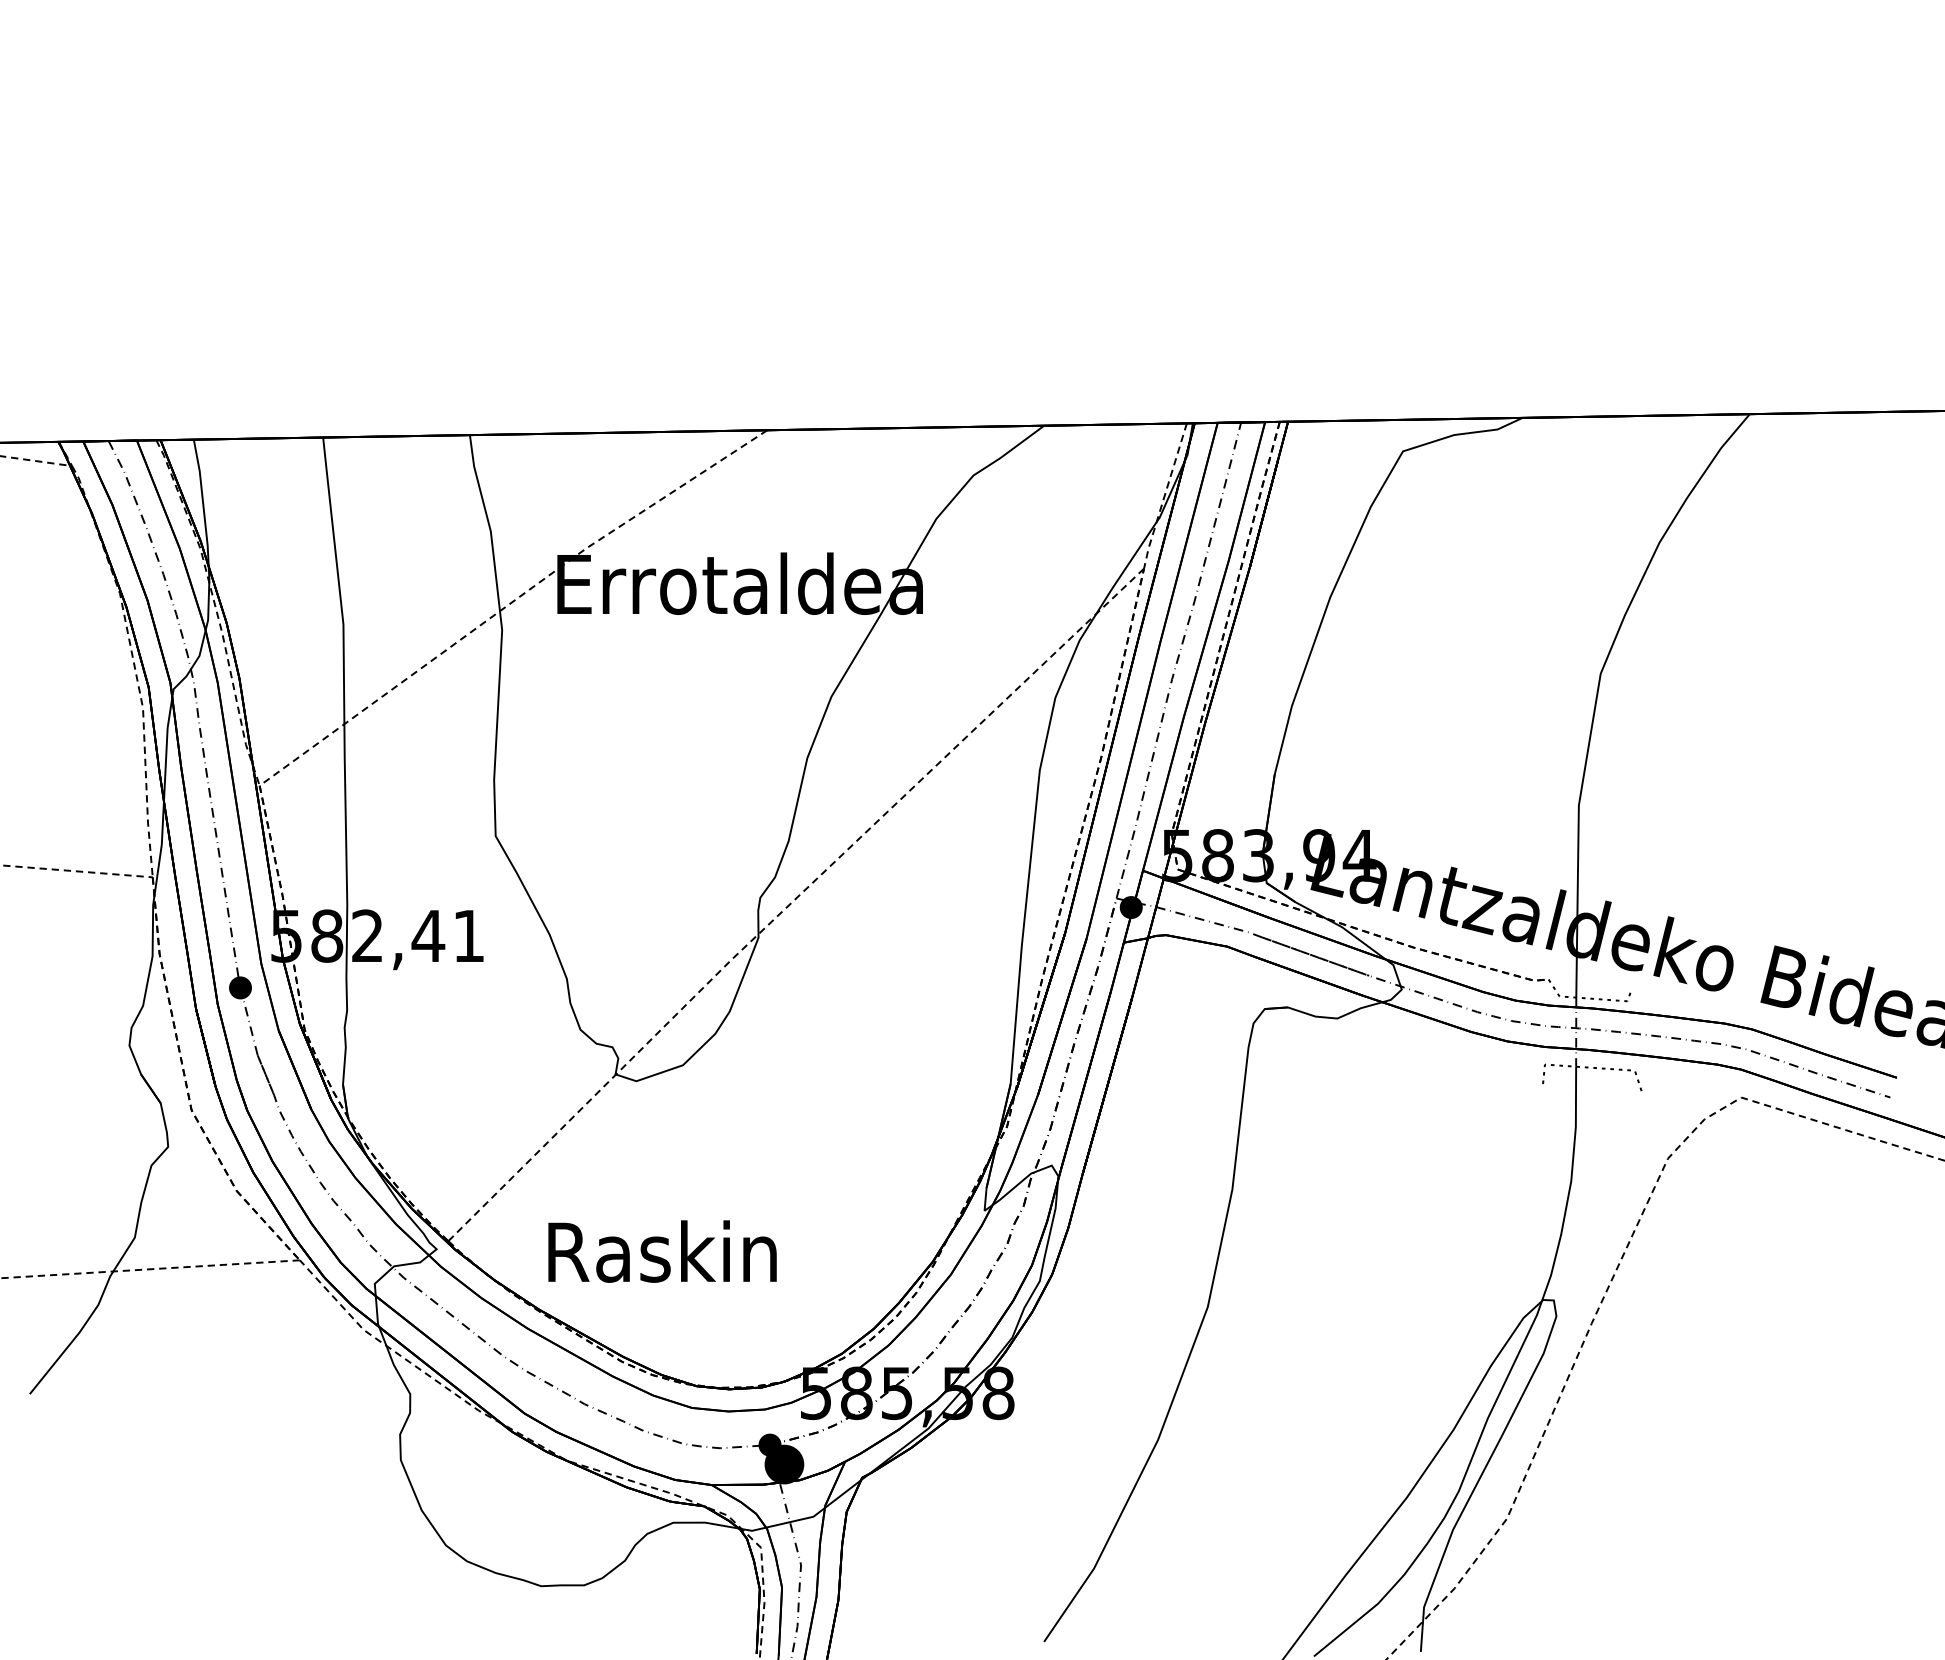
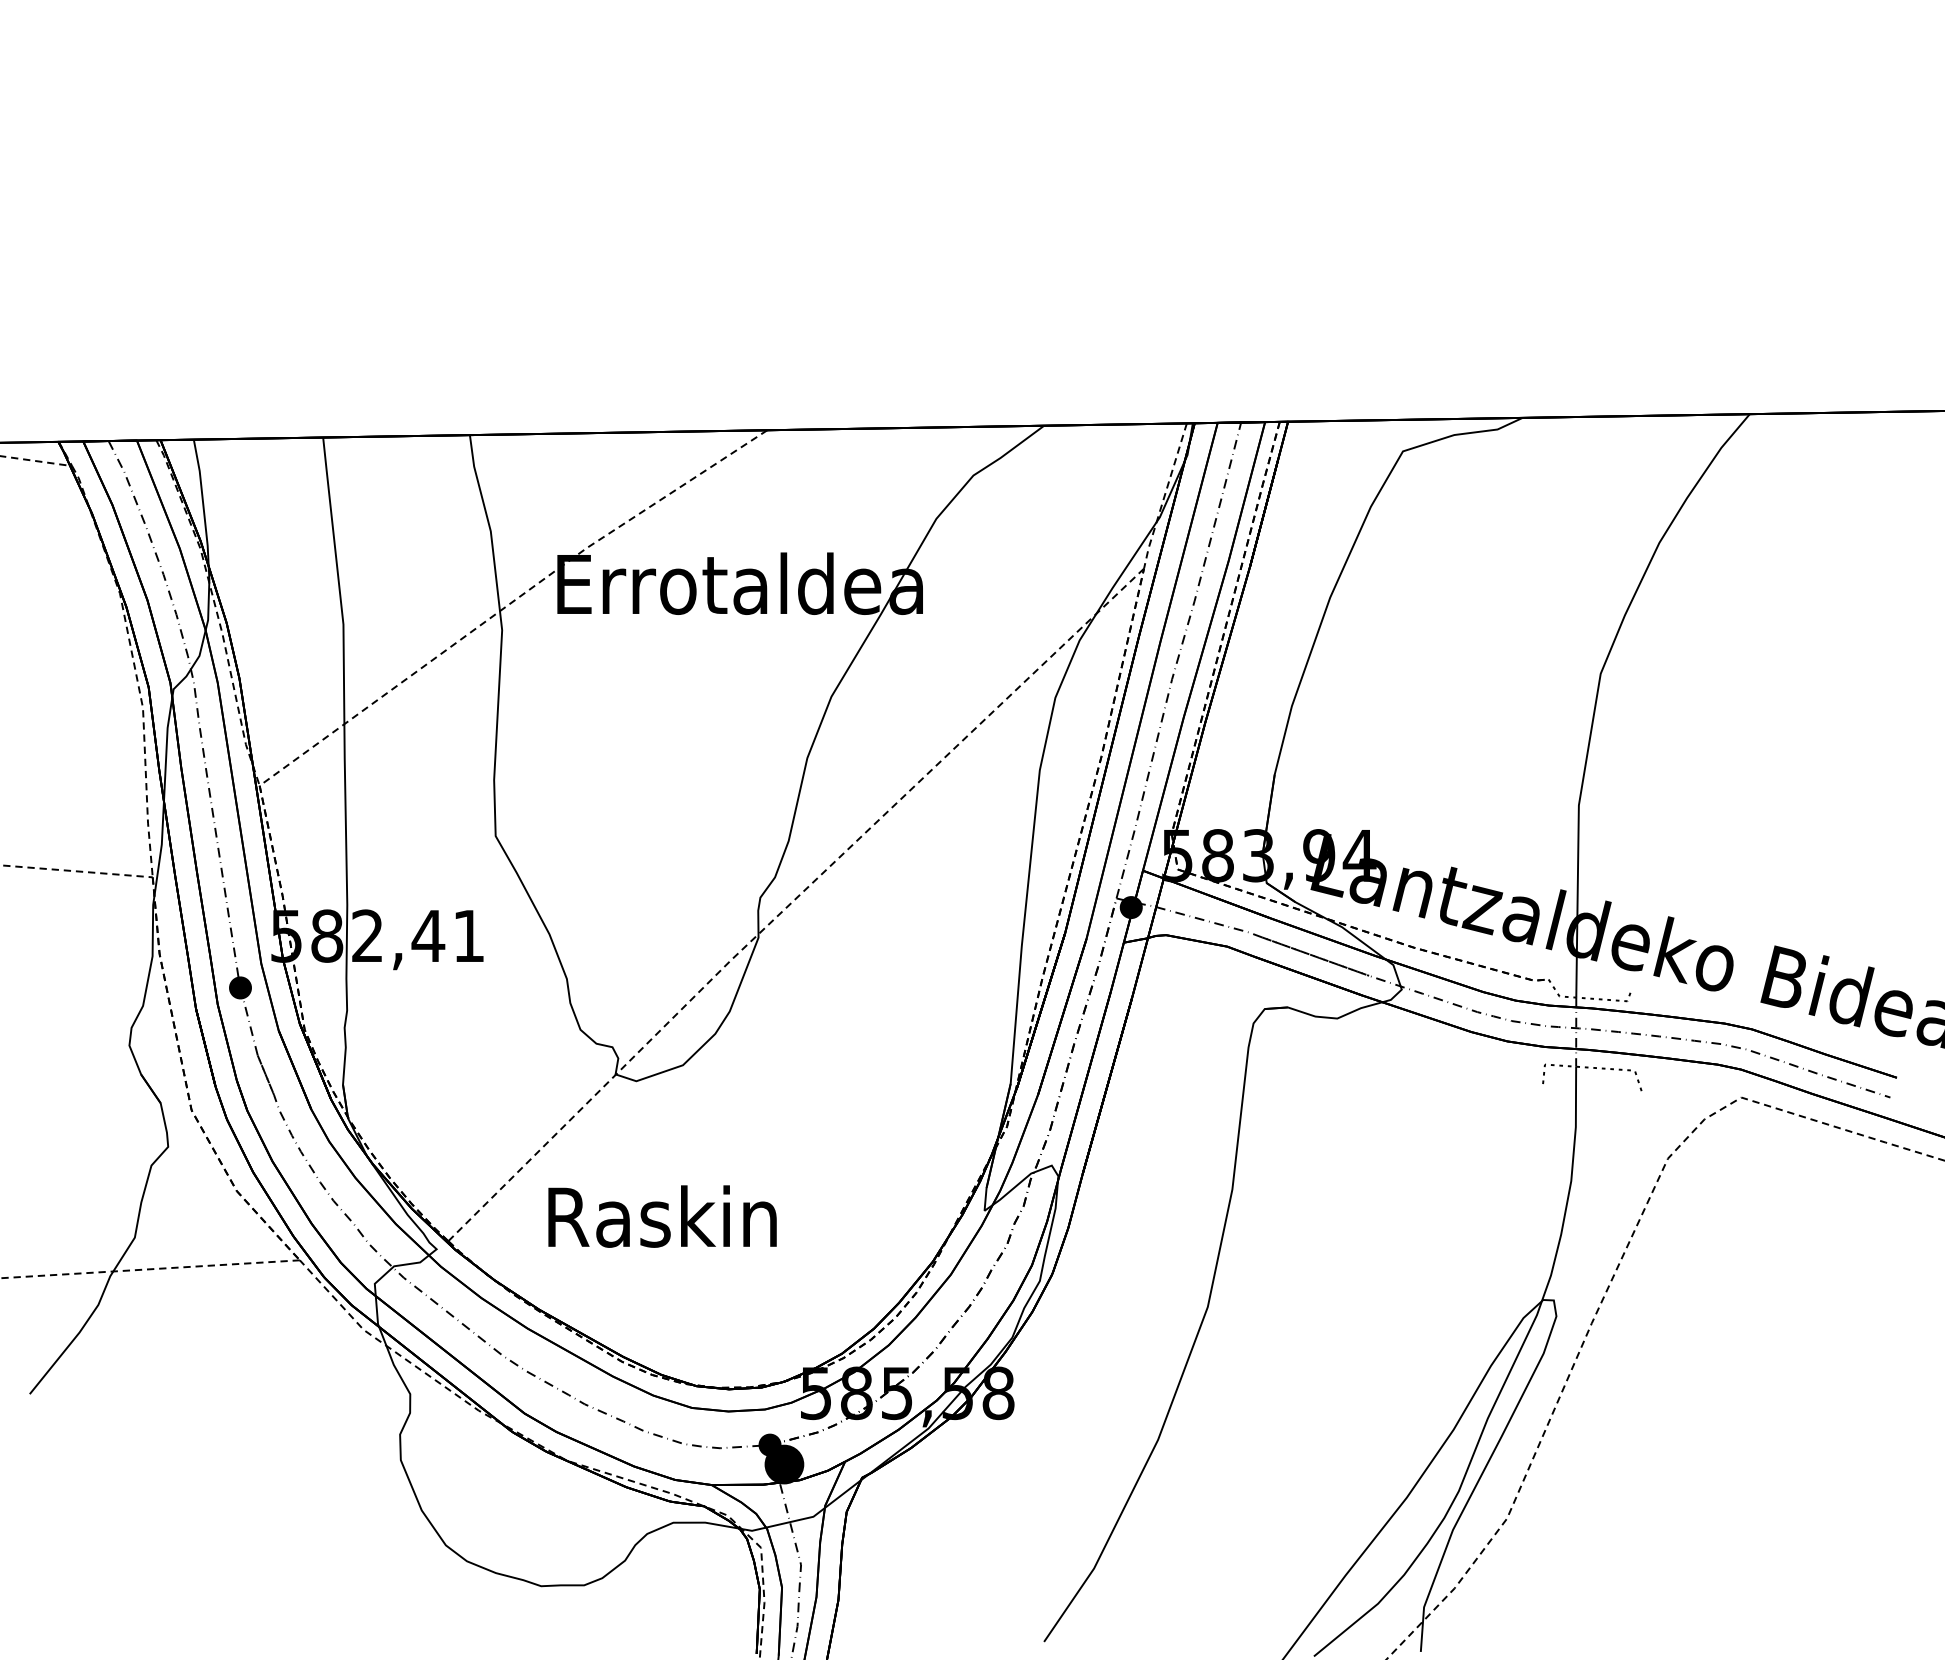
text at (662, 1251) position: (662, 1251) -> (662, 1216)
